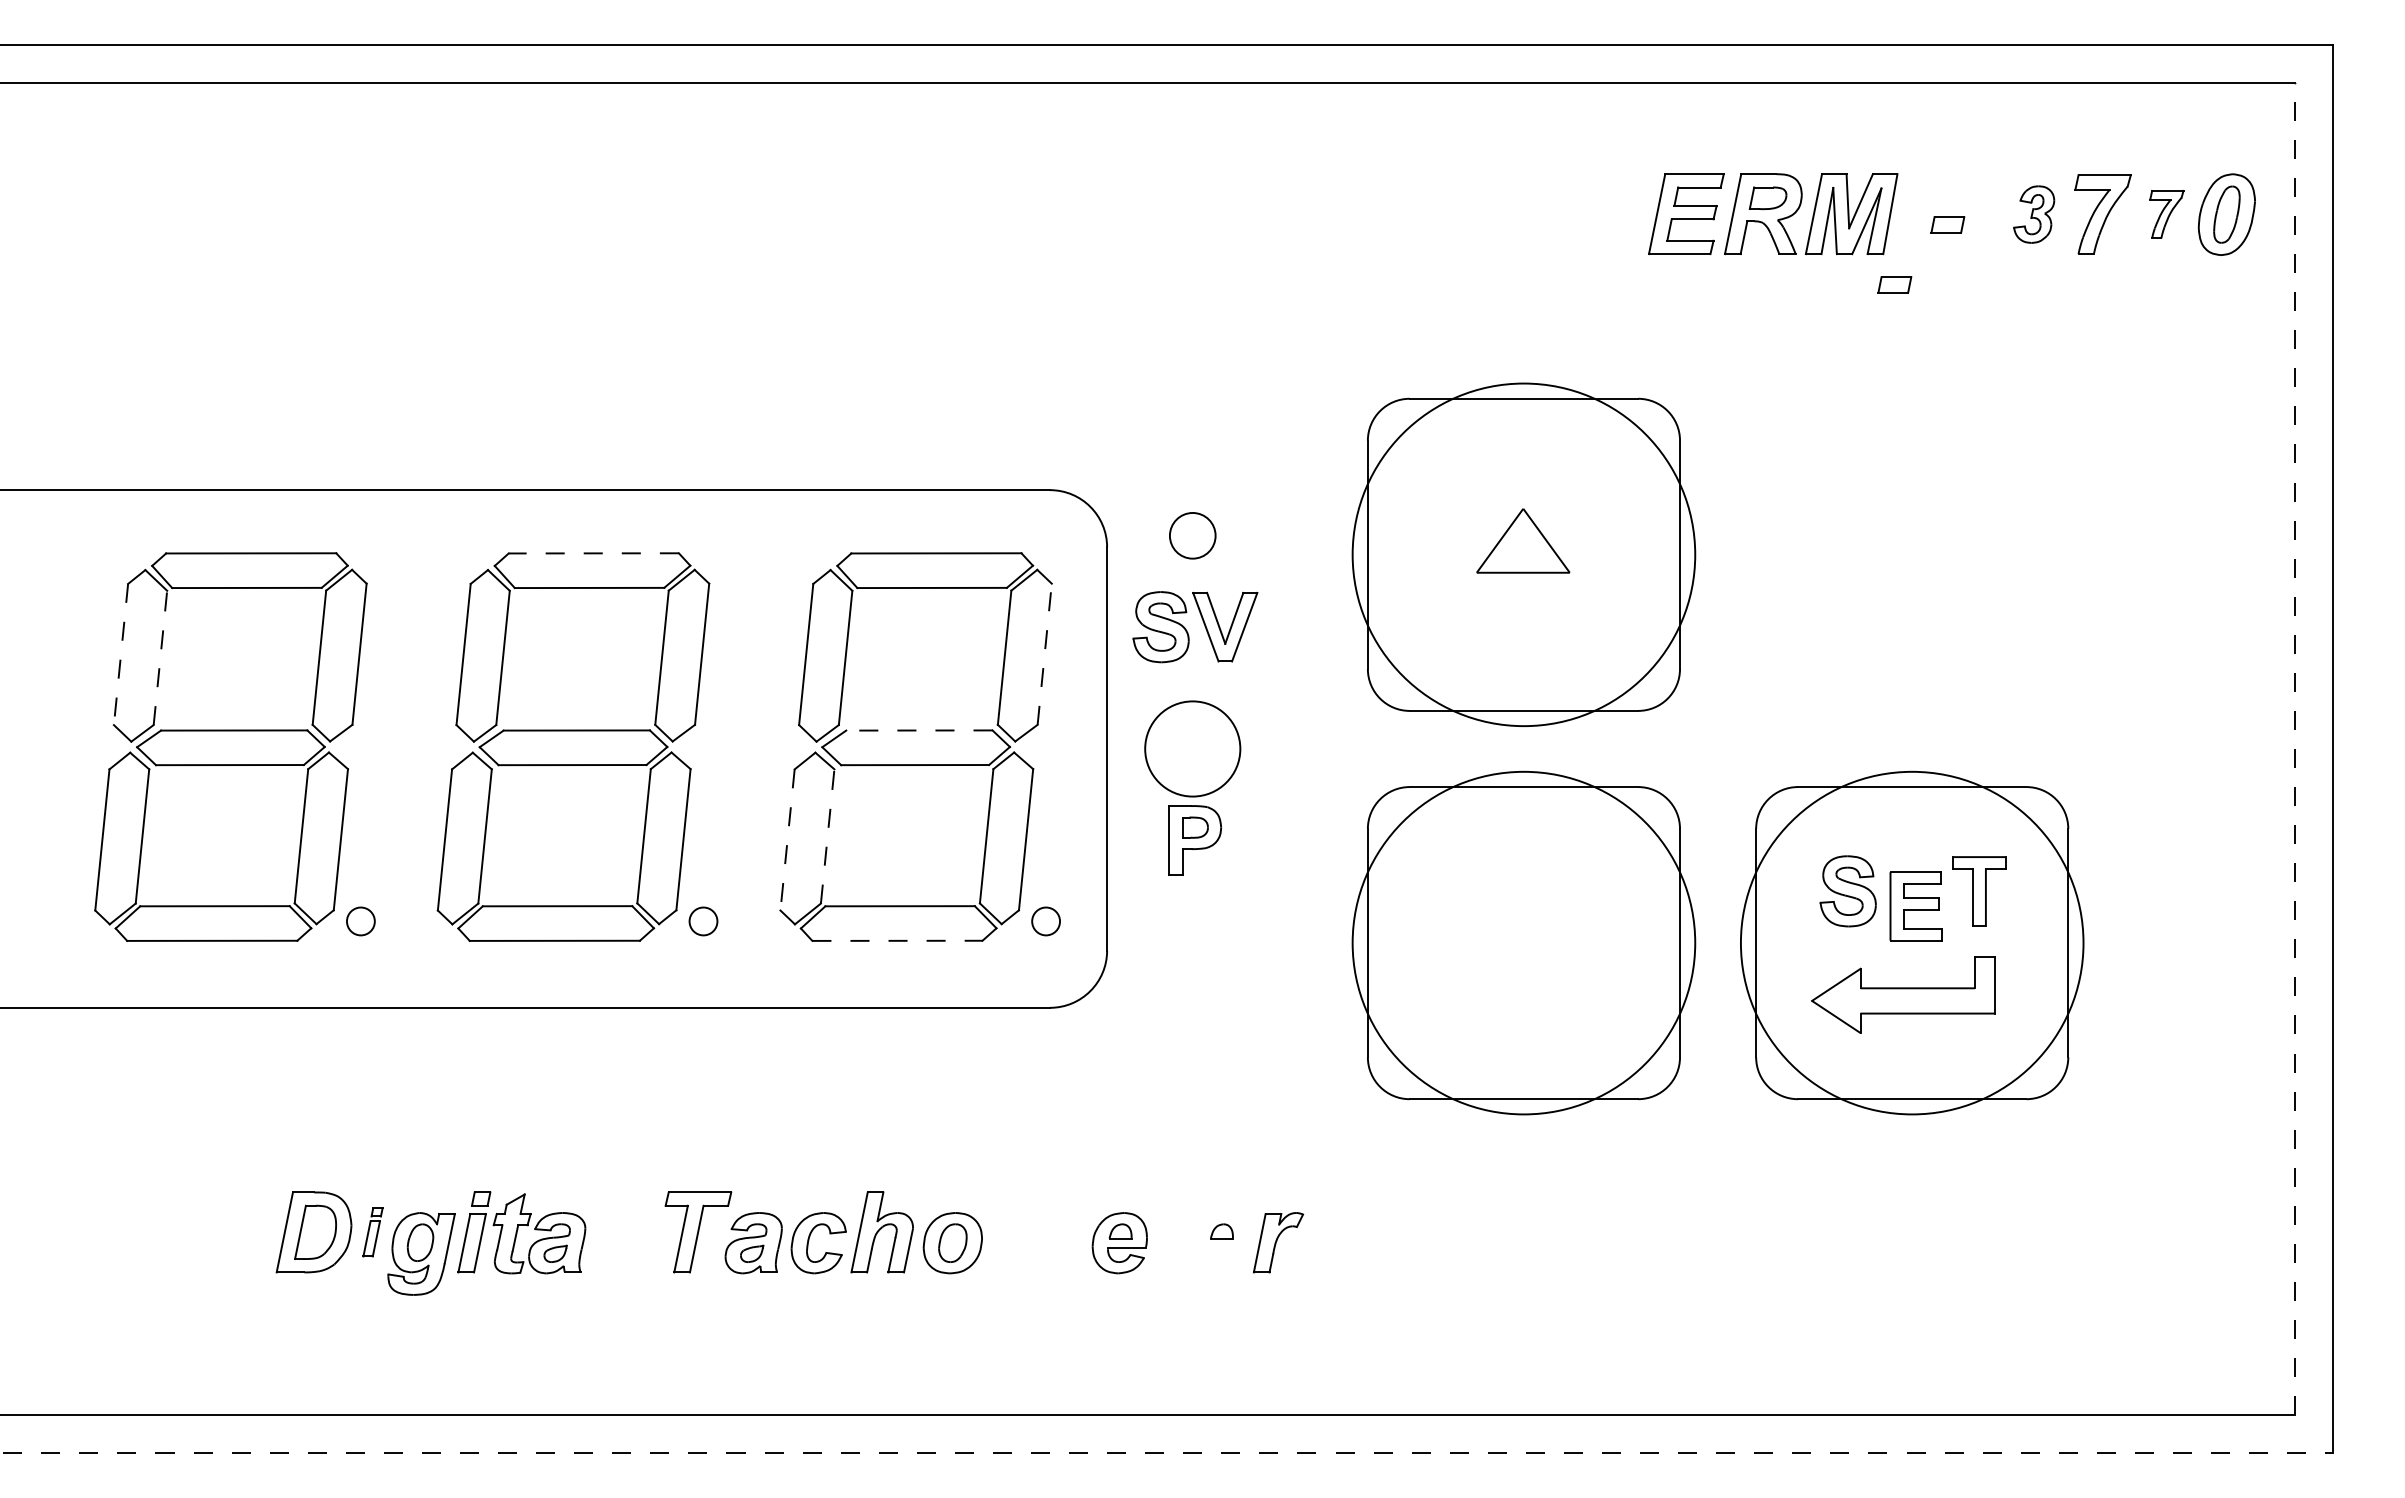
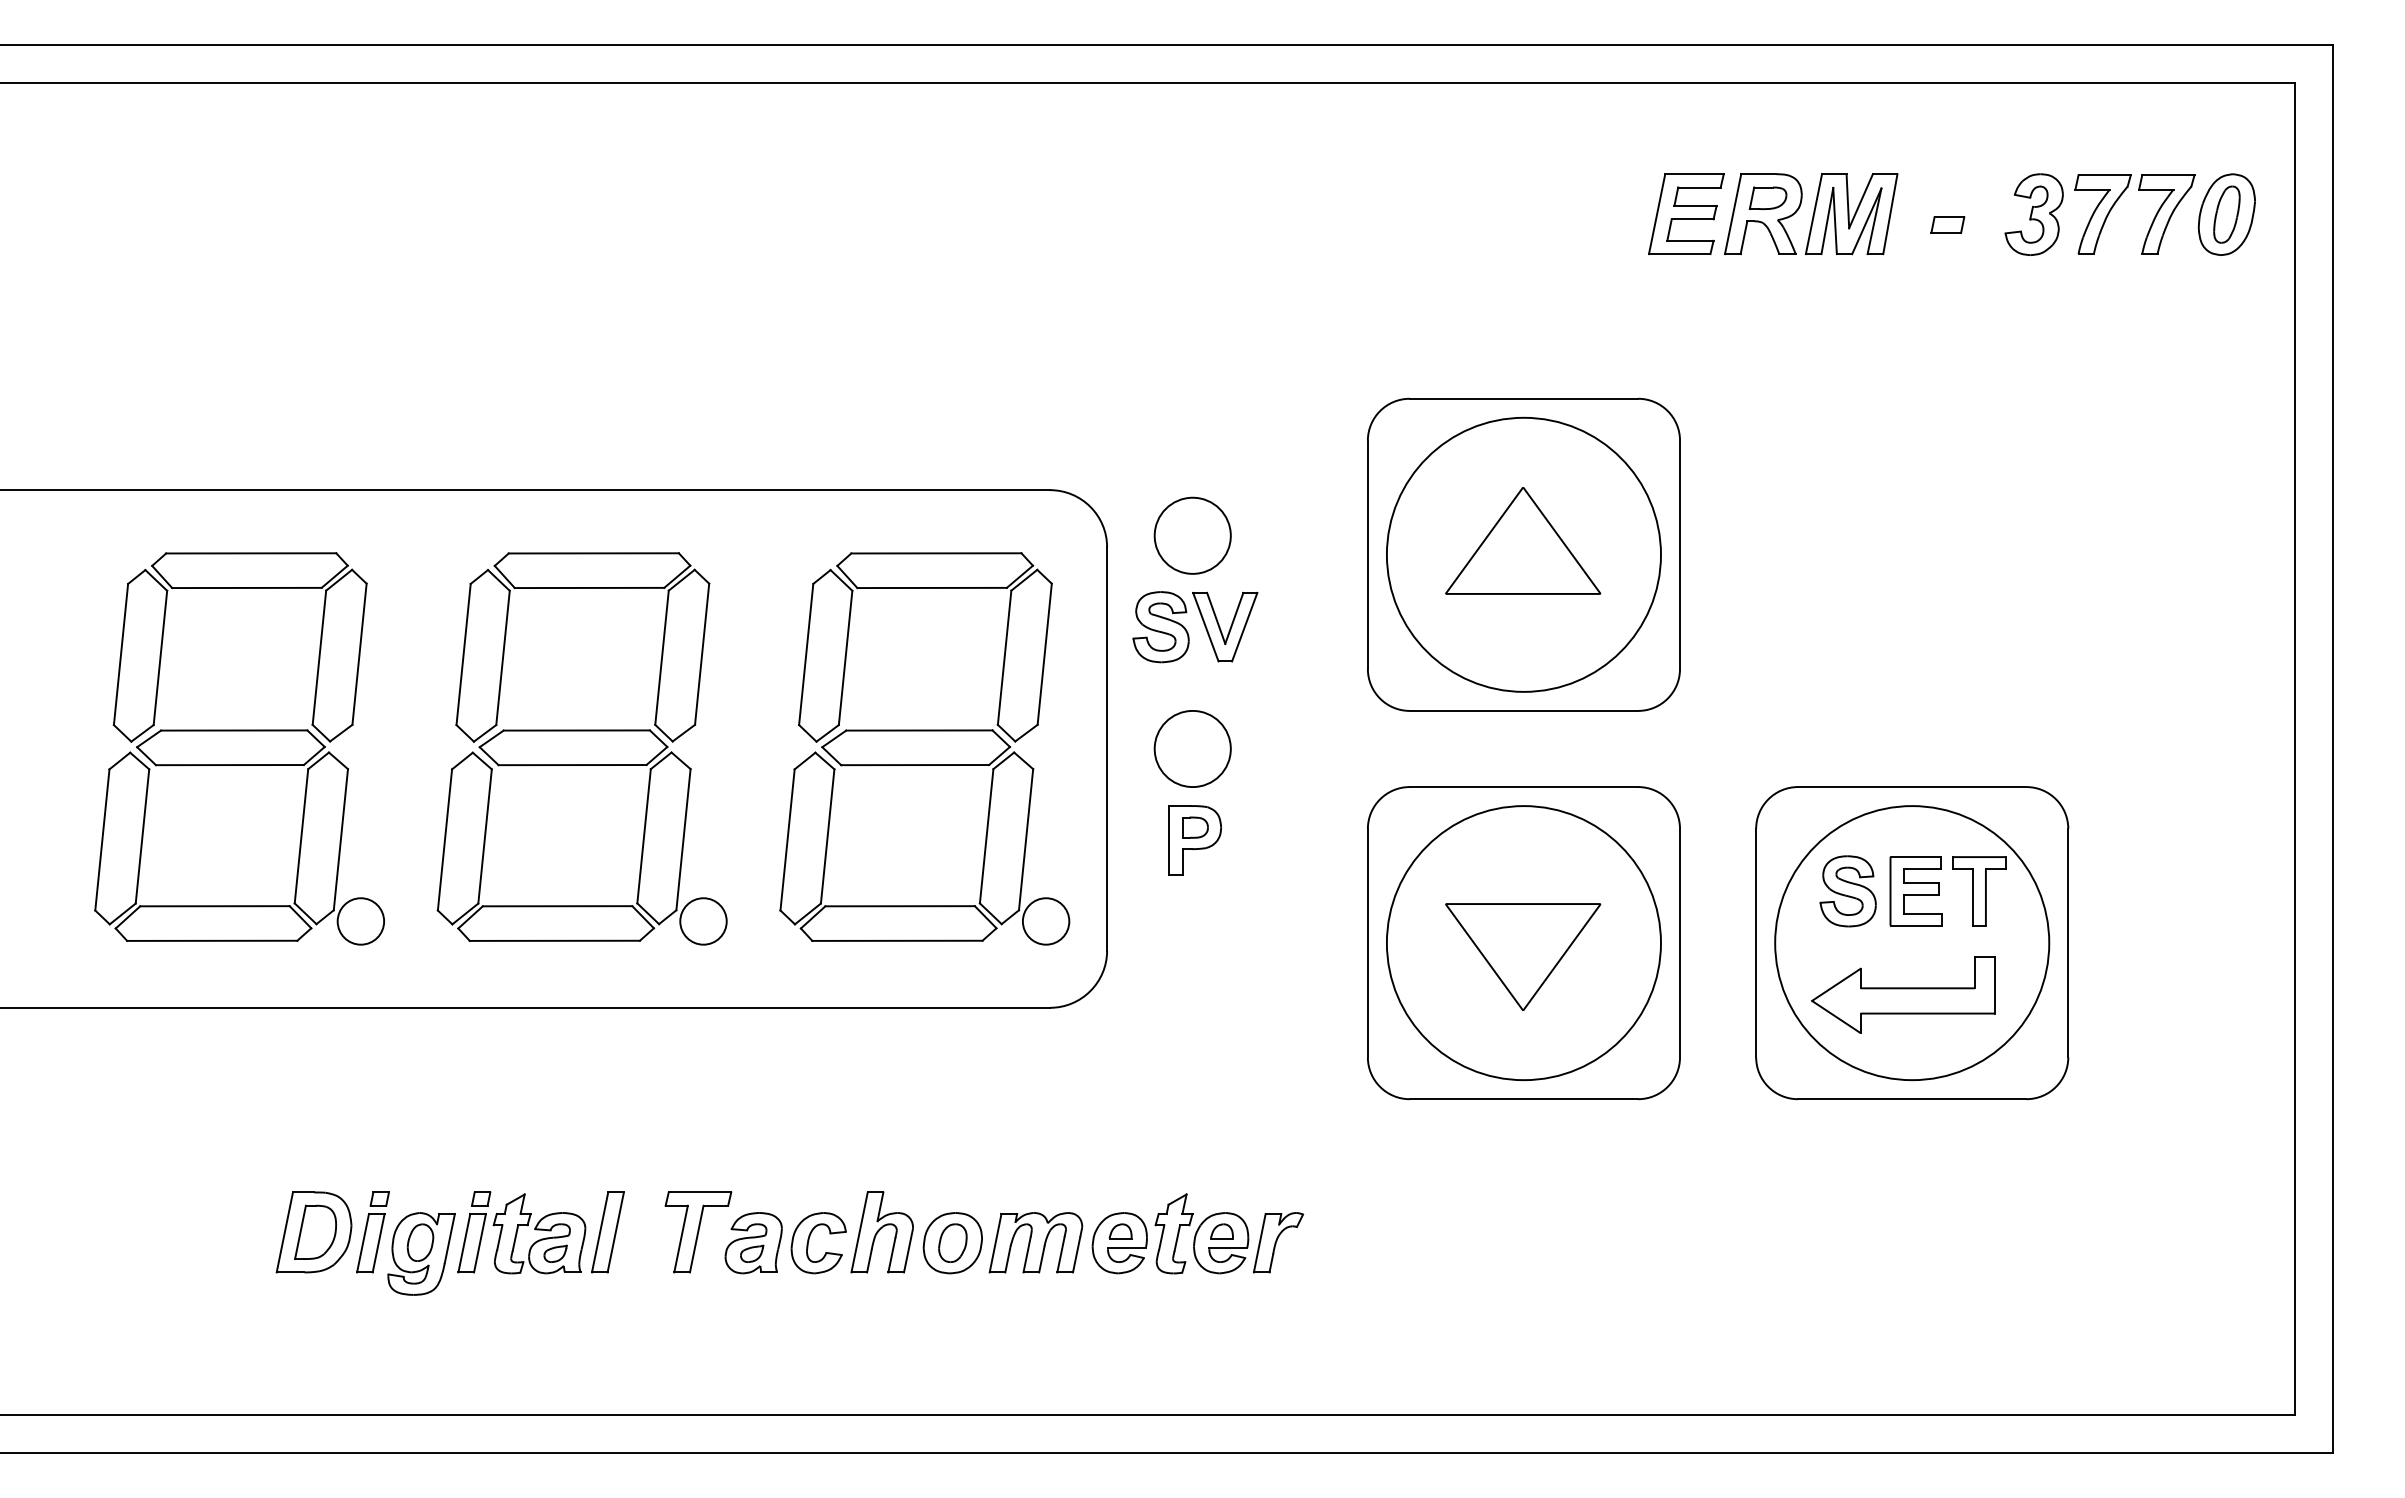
part at (2034, 214) size: 43x59 px -> 60x83 px
part at (2166, 214) size: 36x49 px -> 58x81 px
part at (1894, 284): present -> none
circle at (1192, 535) diameter: 46 px -> 76 px
part at (1523, 540) size: 95x66 px -> 157x108 px
line at (593, 553): dashed -> solid
circle at (1523, 554) diameter: 343 px -> 274 px
line at (121, 654): dashed -> solid
line at (1044, 654): dashed -> solid
line at (160, 657): dashed -> solid
line at (918, 730): dashed -> solid
circle at (1192, 748) diameter: 95 px -> 76 px
line at (2294, 748): dashed -> solid
line at (827, 835): dashed -> solid
line at (787, 839): dashed -> solid
part at (1915, 906) position: (1915, 906) -> (1915, 891)
circle at (360, 921) diameter: 28 px -> 46 px
circle at (703, 921) diameter: 28 px -> 46 px
circle at (1046, 921) diameter: 28 px -> 46 px
line at (897, 940): dashed -> solid
circle at (1523, 942) diameter: 343 px -> 274 px
circle at (1911, 942) diameter: 343 px -> 274 px
part at (1523, 956): none -> present
part at (372, 1232) size: 22x51 px -> 34x83 px
part at (607, 1232): none -> present
part at (1201, 1233): none -> present
part at (1035, 1242): none -> present
line at (1166, 1453): dashed -> solid
